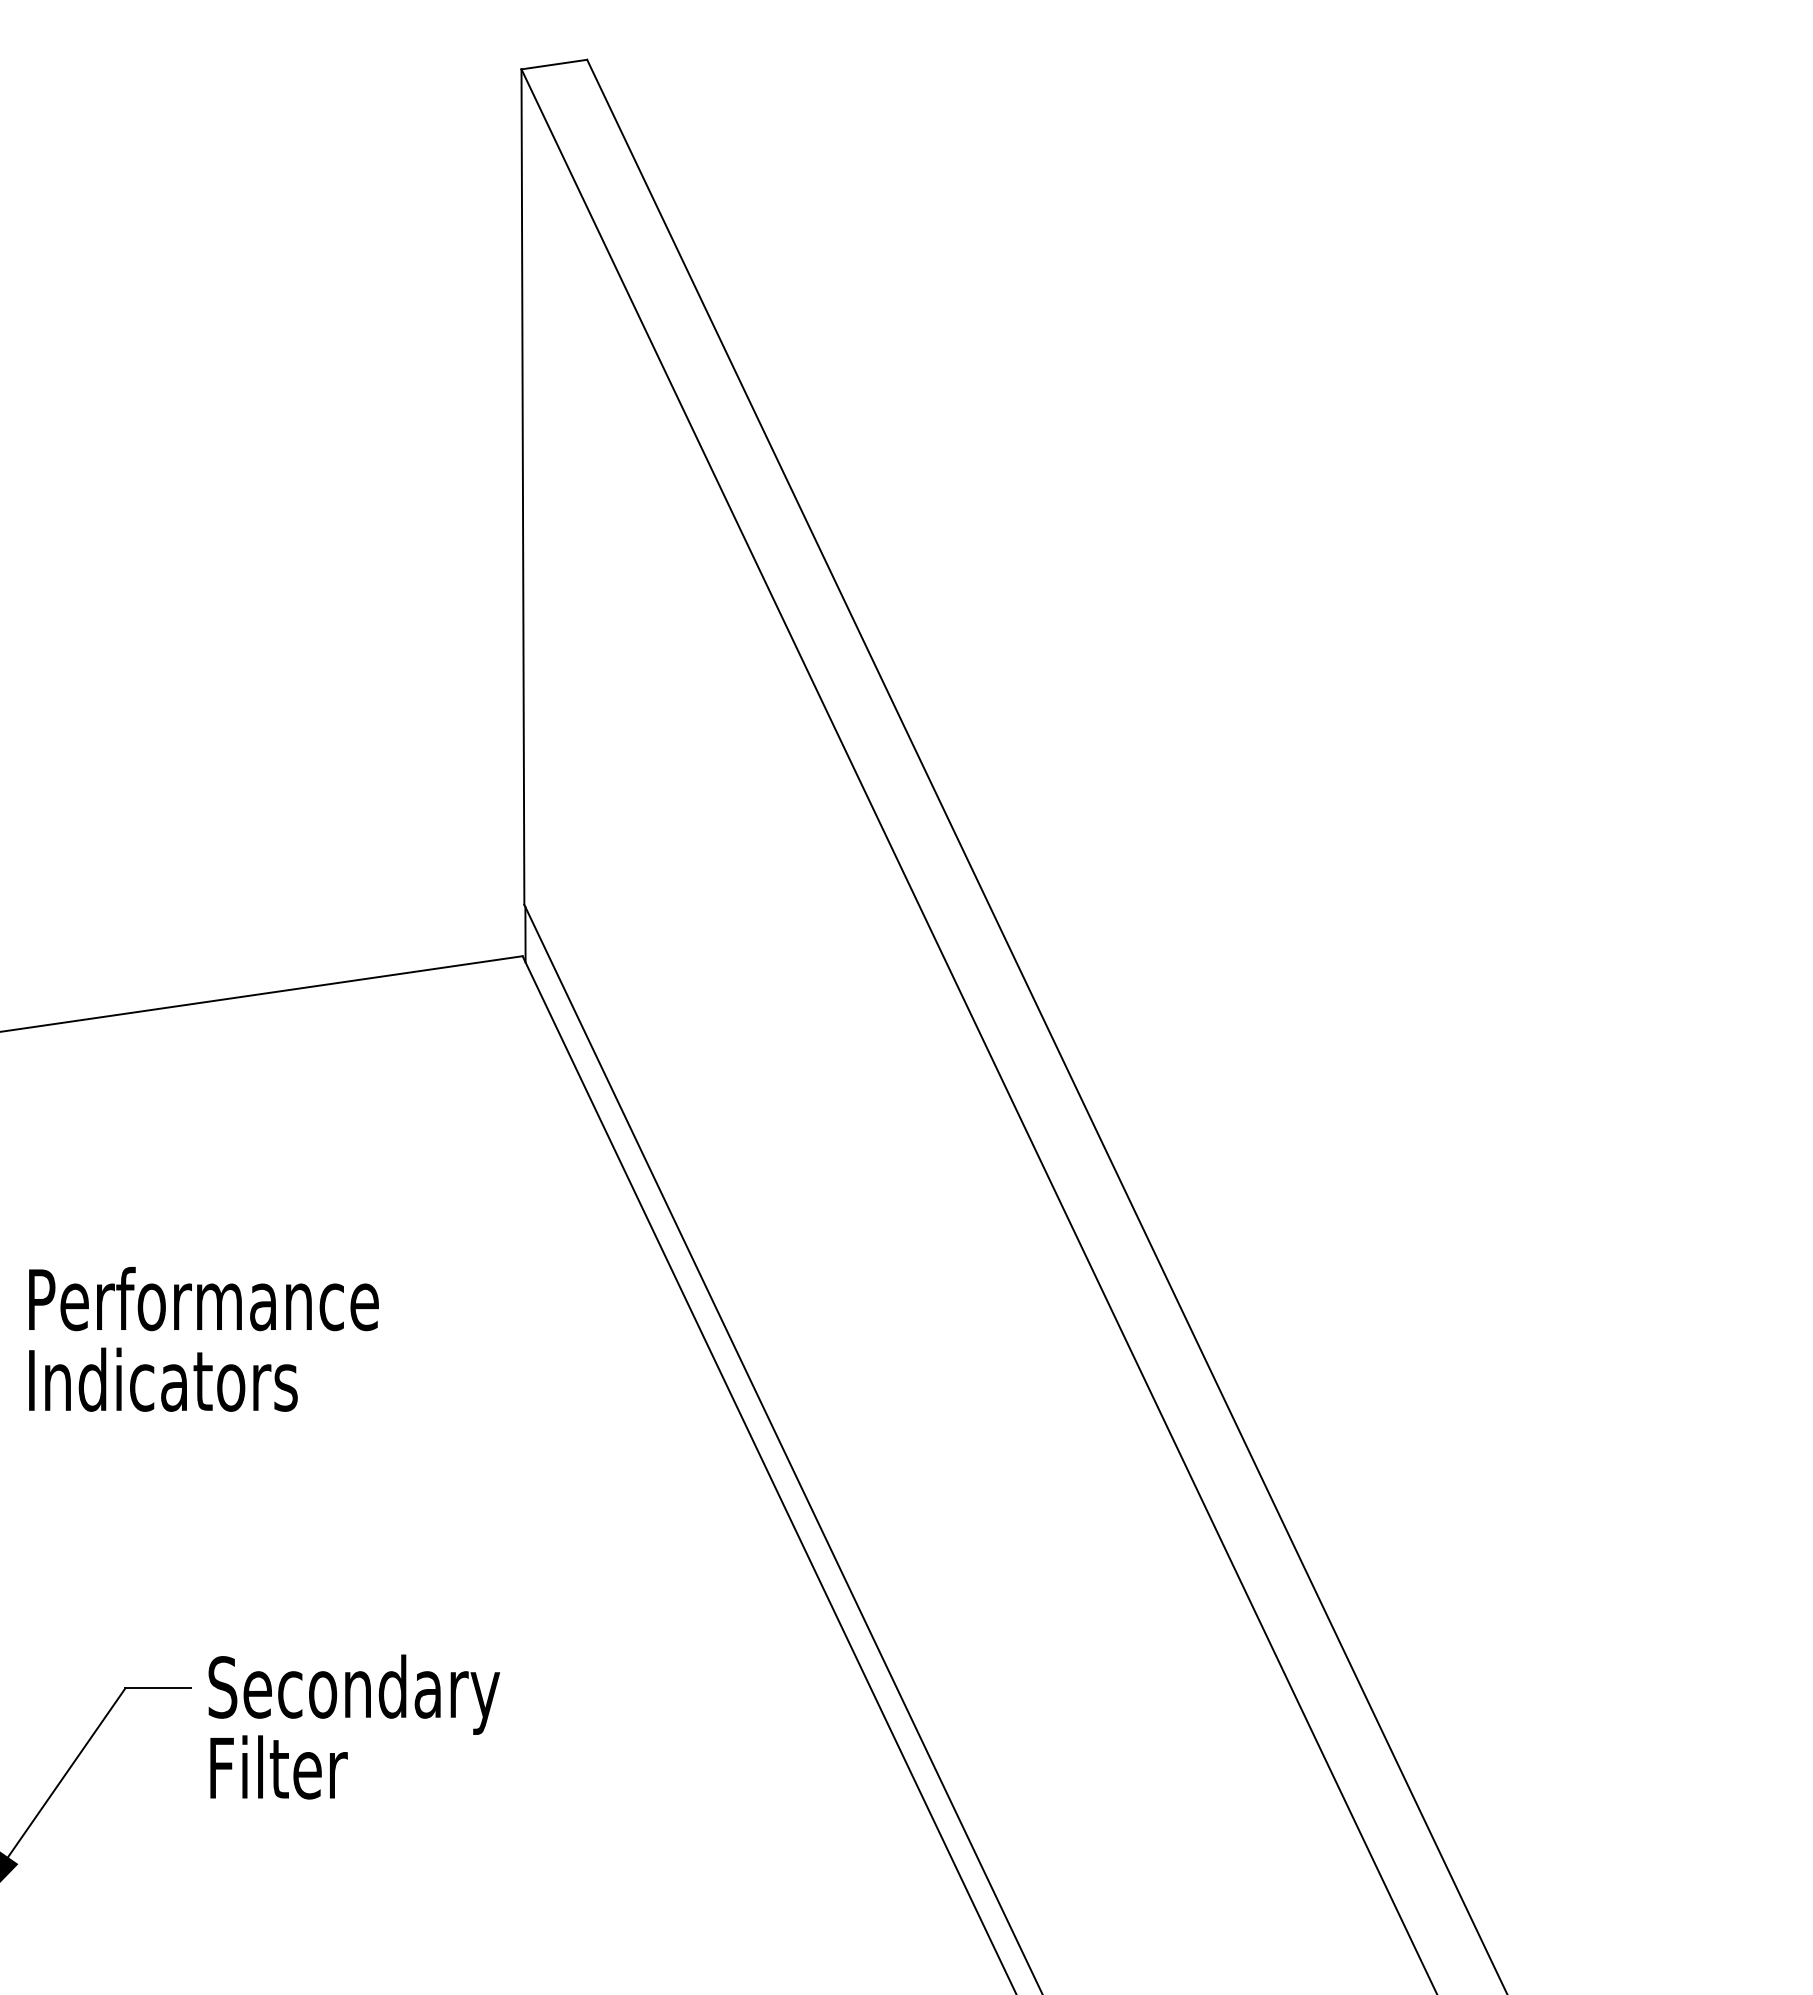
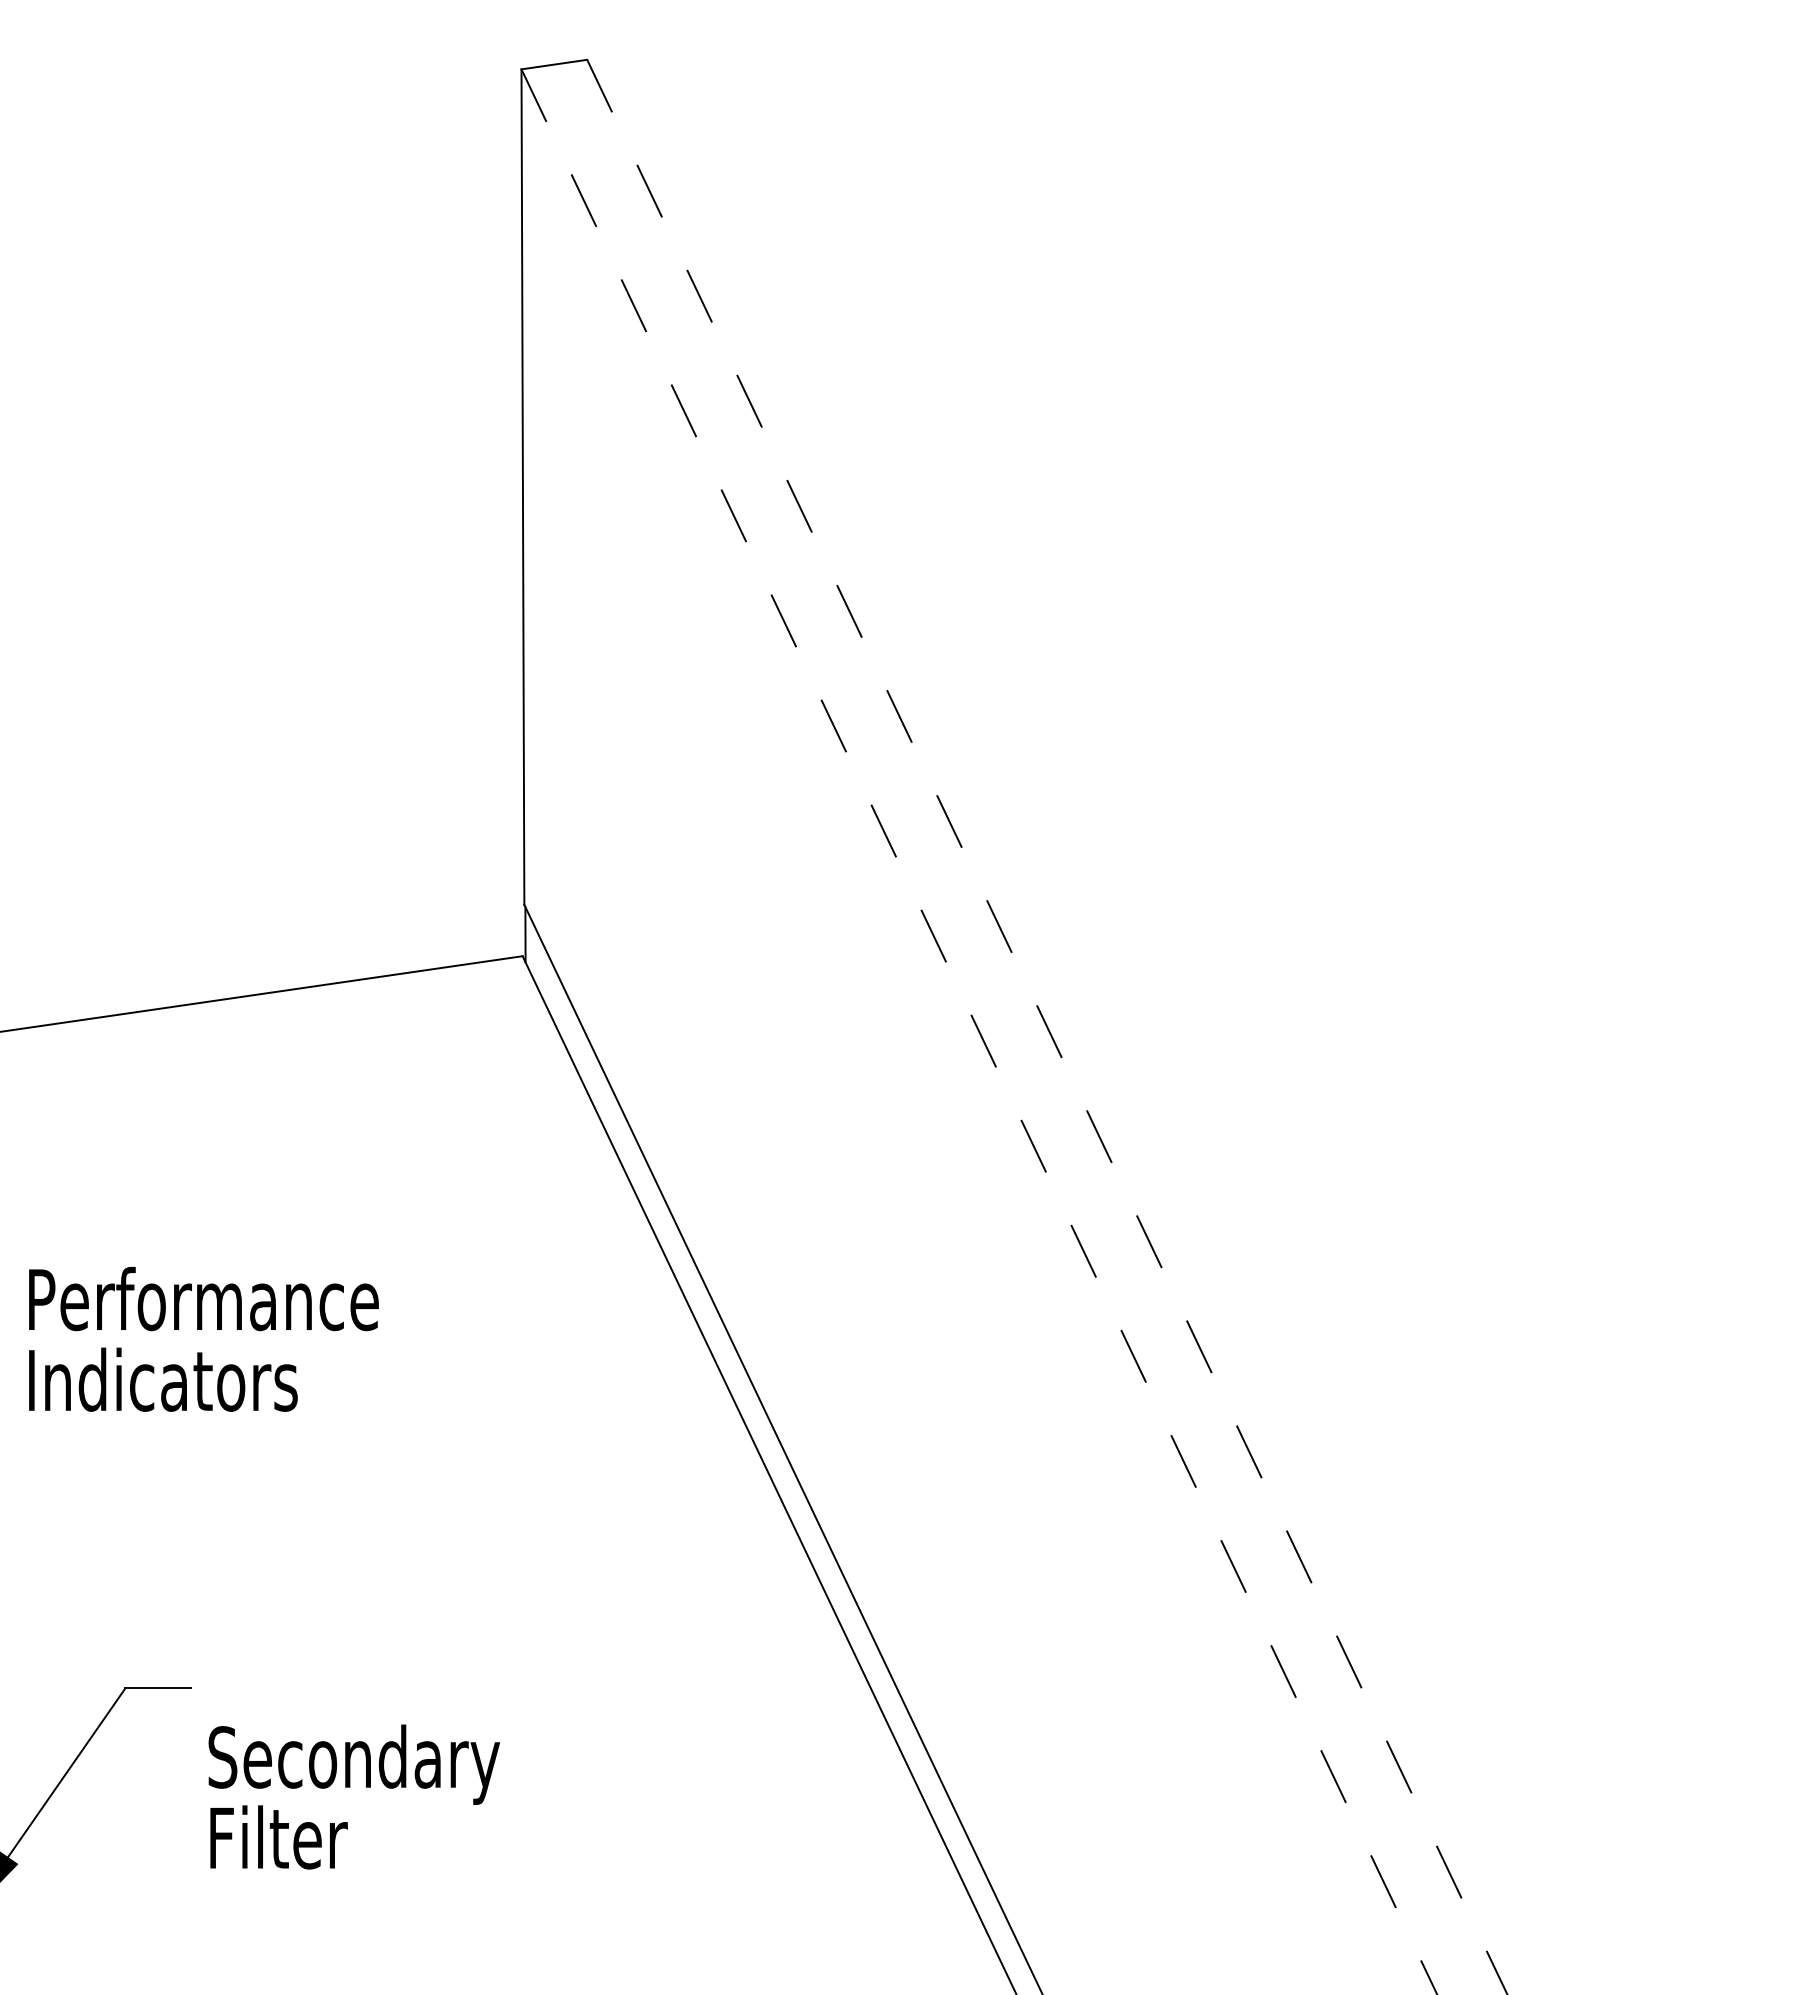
line at (1047, 1027): solid -> dashed
line at (979, 1031): solid -> dashed
text at (354, 1726) position: (354, 1726) -> (354, 1796)
